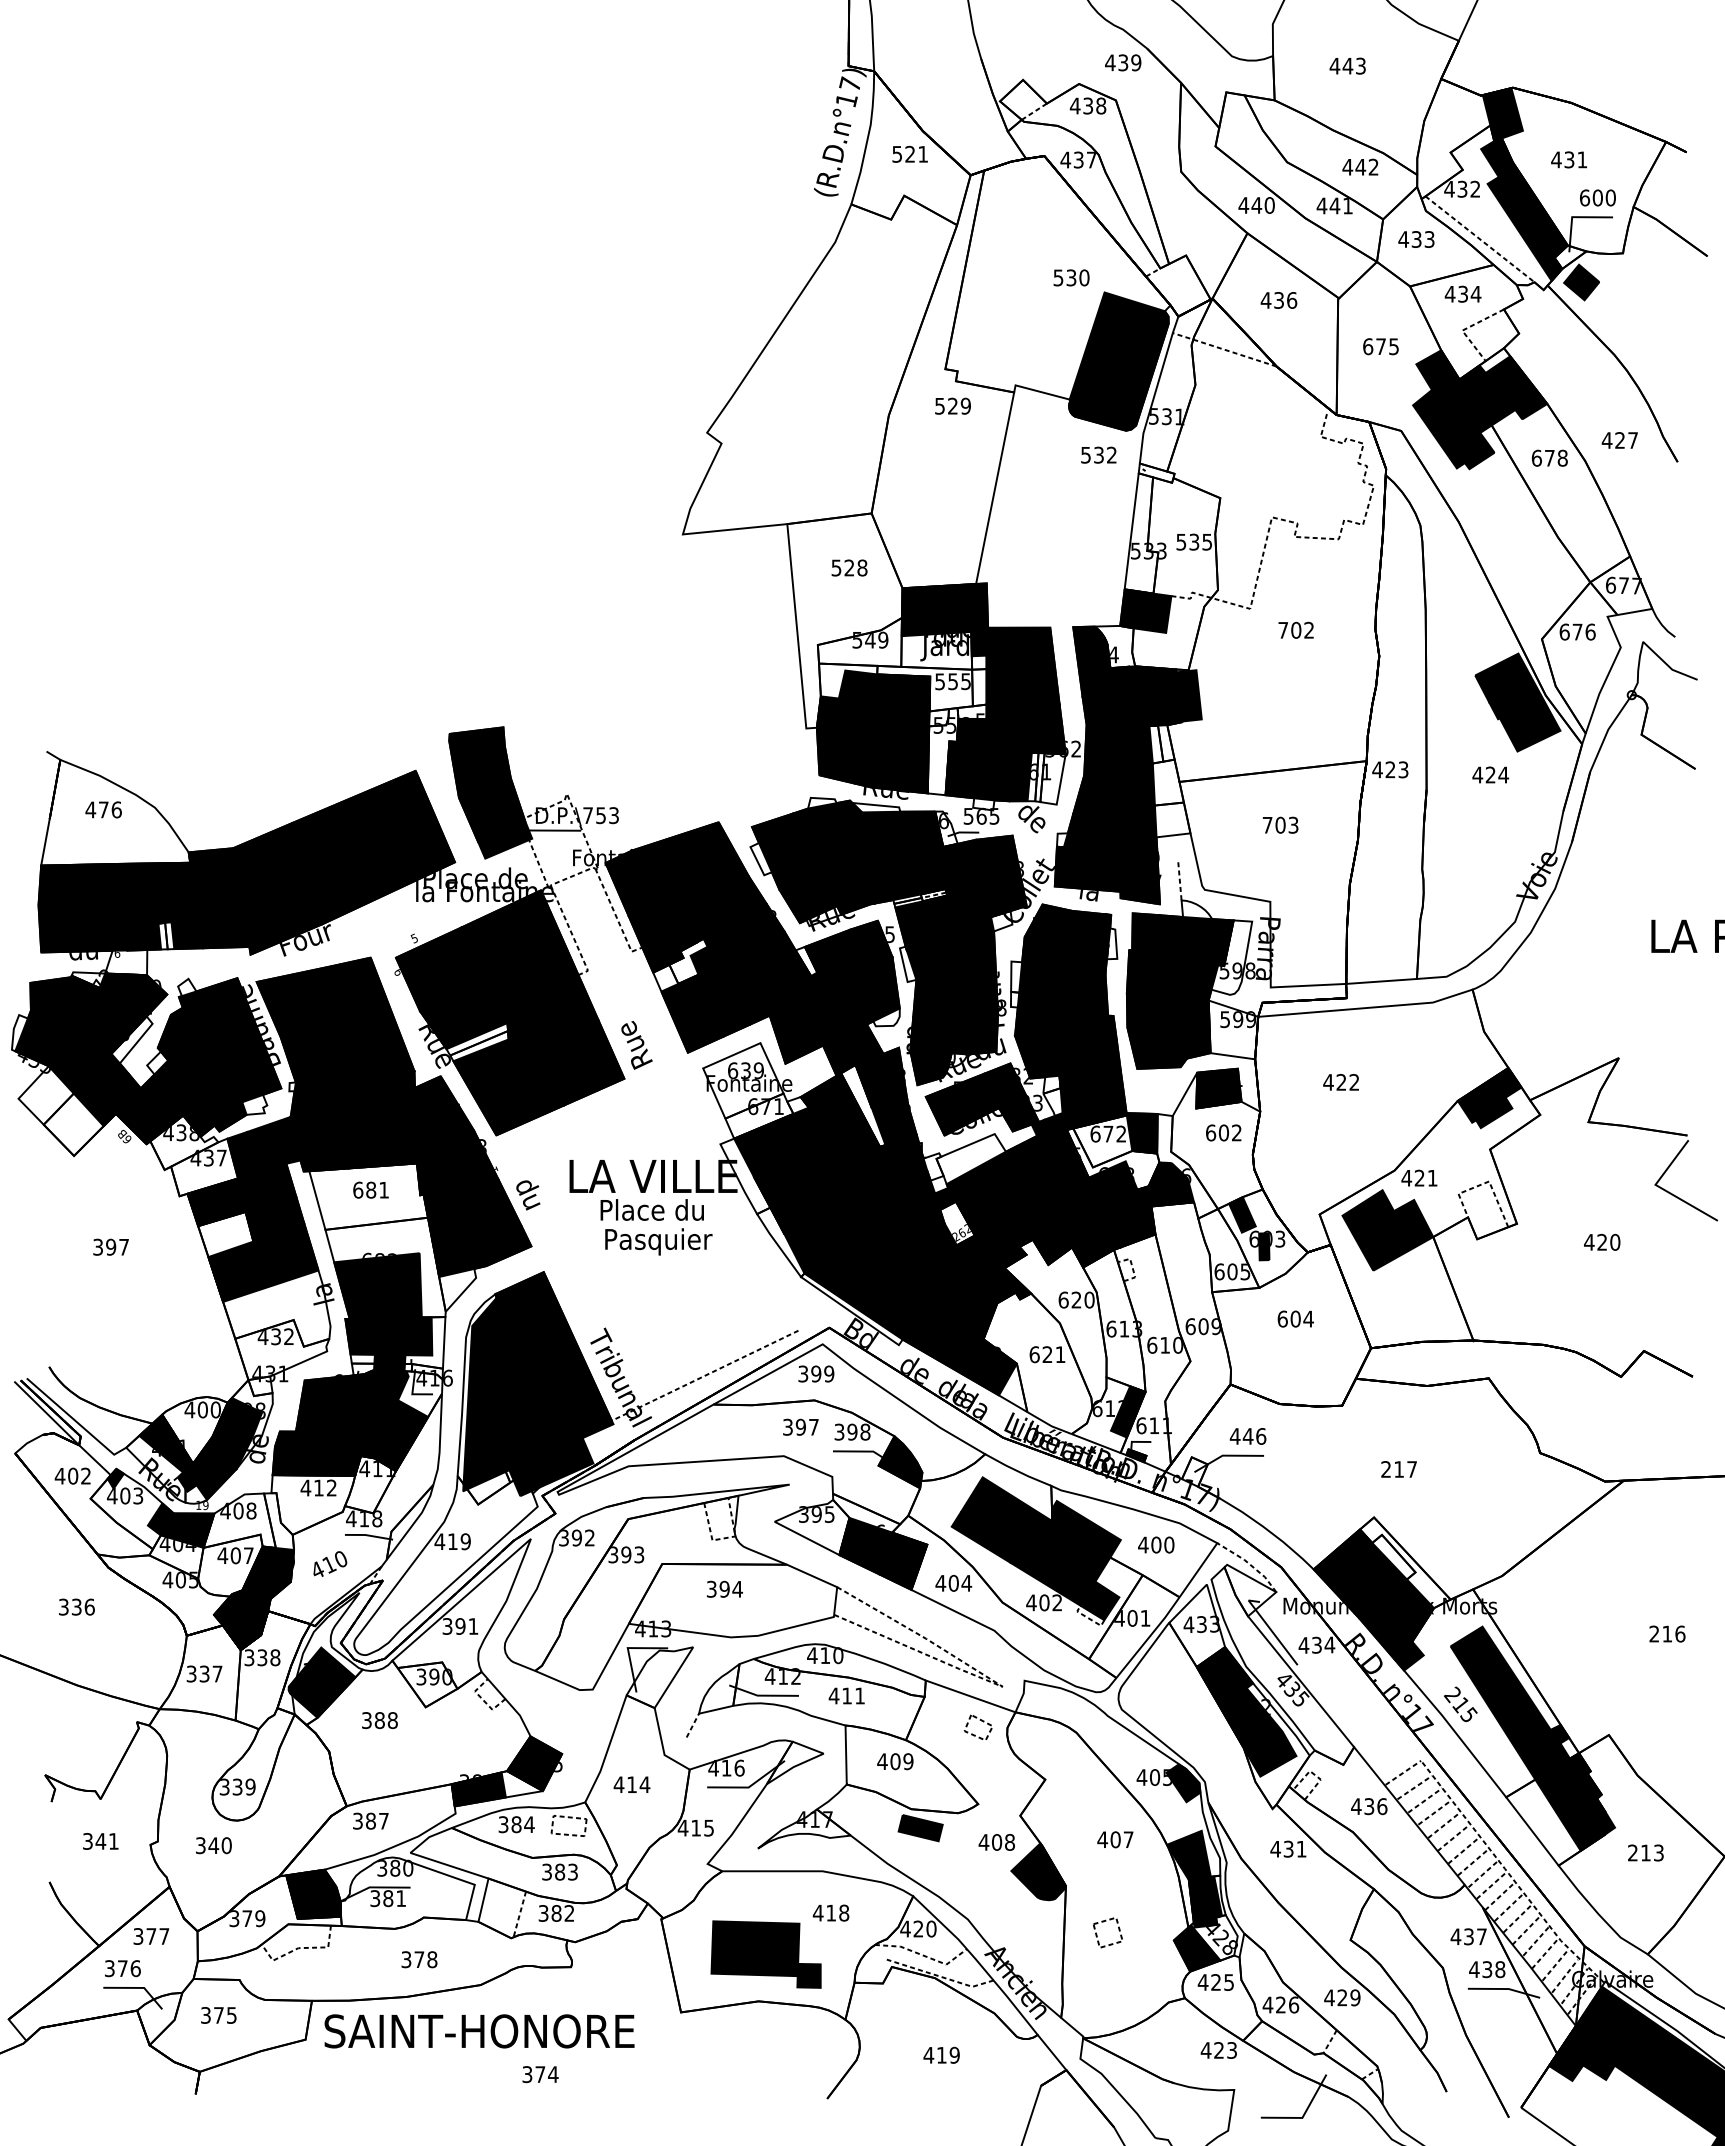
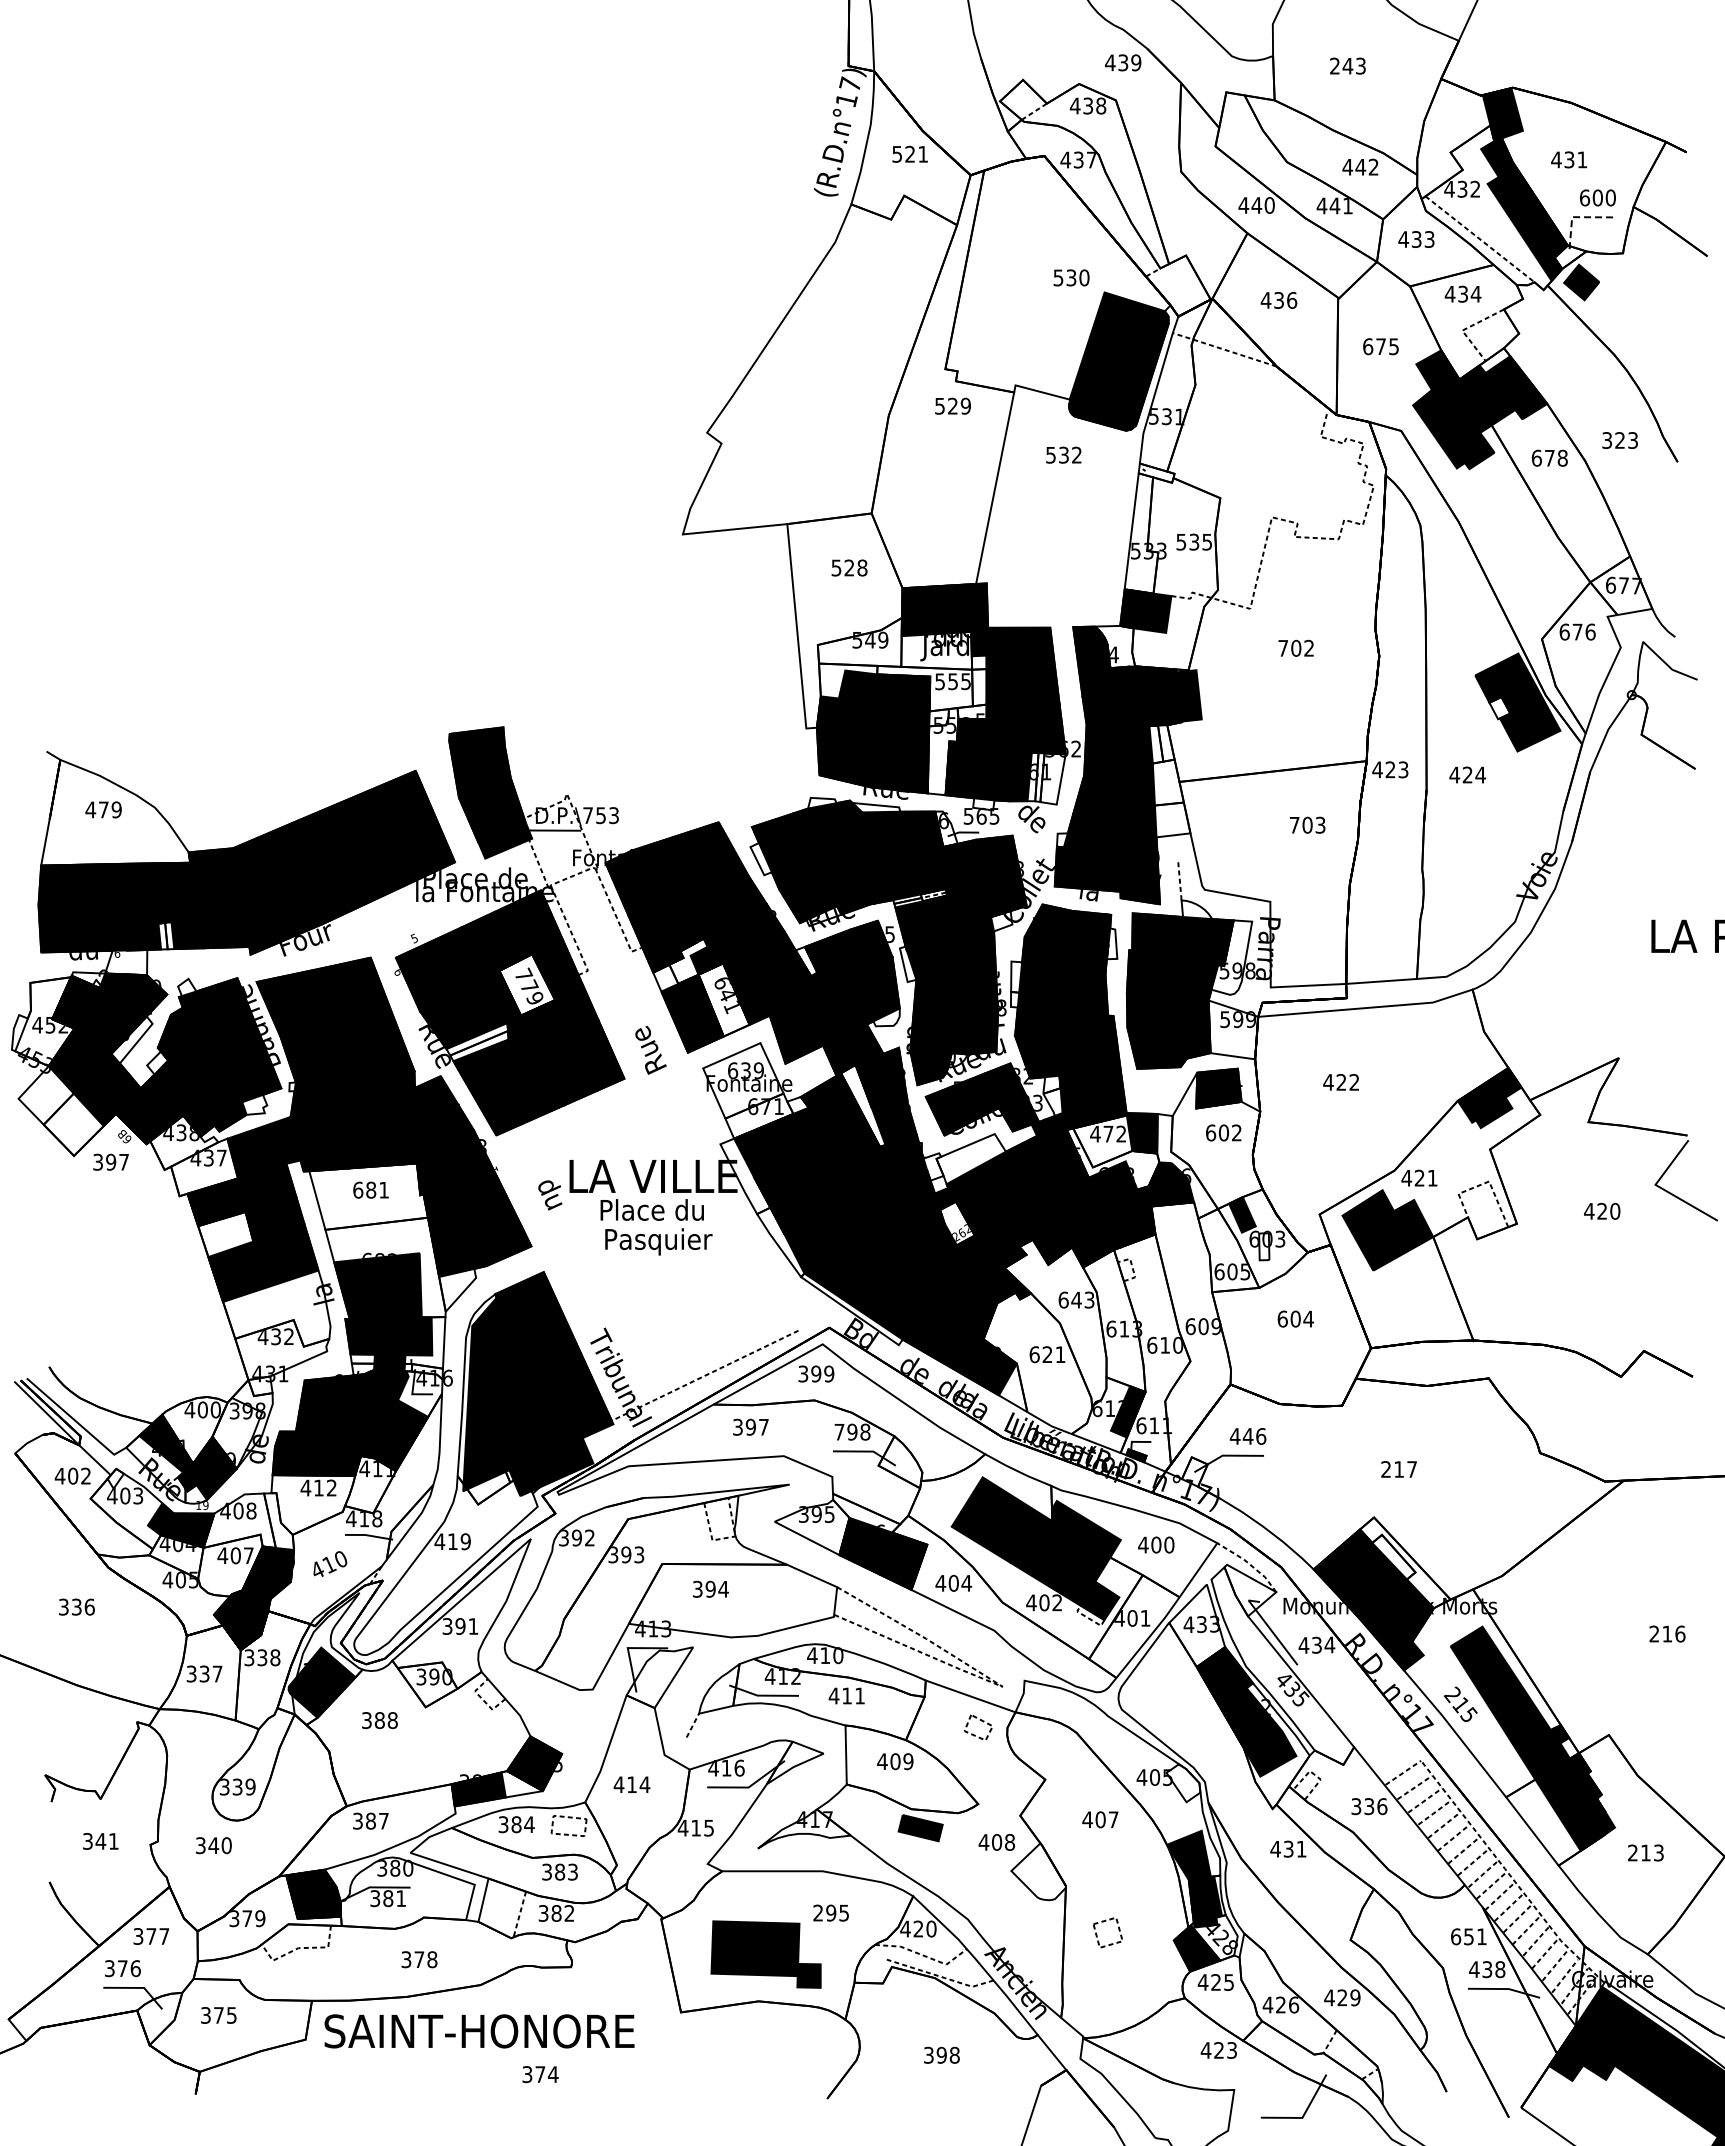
text at (1334, 65): 443 -> 243
line at (1574, 217): solid -> dashed
text at (1619, 440): 427 -> 323
text at (1098, 454) position: (1098, 454) -> (1063, 454)
text at (1295, 629) position: (1295, 629) -> (1295, 647)
fill at (1499, 708): present -> none
text at (1490, 774) position: (1490, 774) -> (1467, 774)
text at (116, 809): 476 -> 479
text at (1280, 824) position: (1280, 824) -> (1307, 824)
fill at (527, 984): present -> none
fill at (723, 999): present -> none
fill at (44, 1021): present -> none
text at (636, 1045) position: (636, 1045) -> (650, 1050)
text at (1095, 1133): 672 -> 472
text at (528, 1195) position: (528, 1195) -> (550, 1195)
text at (1602, 1241) position: (1602, 1241) -> (1602, 1210)
text at (110, 1246) position: (110, 1246) -> (110, 1161)
fill at (1264, 1246): present -> none
text at (1082, 1299): 620 -> 643
text at (800, 1426) position: (800, 1426) -> (750, 1426)
text at (839, 1431): 398 -> 798
fill at (237, 1433): present -> none
fill at (900, 1462): present -> none
fill at (115, 1478): present -> none
text at (724, 1588) position: (724, 1588) -> (710, 1588)
fill at (1183, 1783): present -> none
text at (1356, 1806): 436 -> 336
text at (1115, 1839) position: (1115, 1839) -> (1100, 1819)
fill at (1038, 1871): present -> none
text at (830, 1912): 418 -> 295
text at (1468, 1936): 437 -> 651
text at (941, 2054): 419 -> 398
